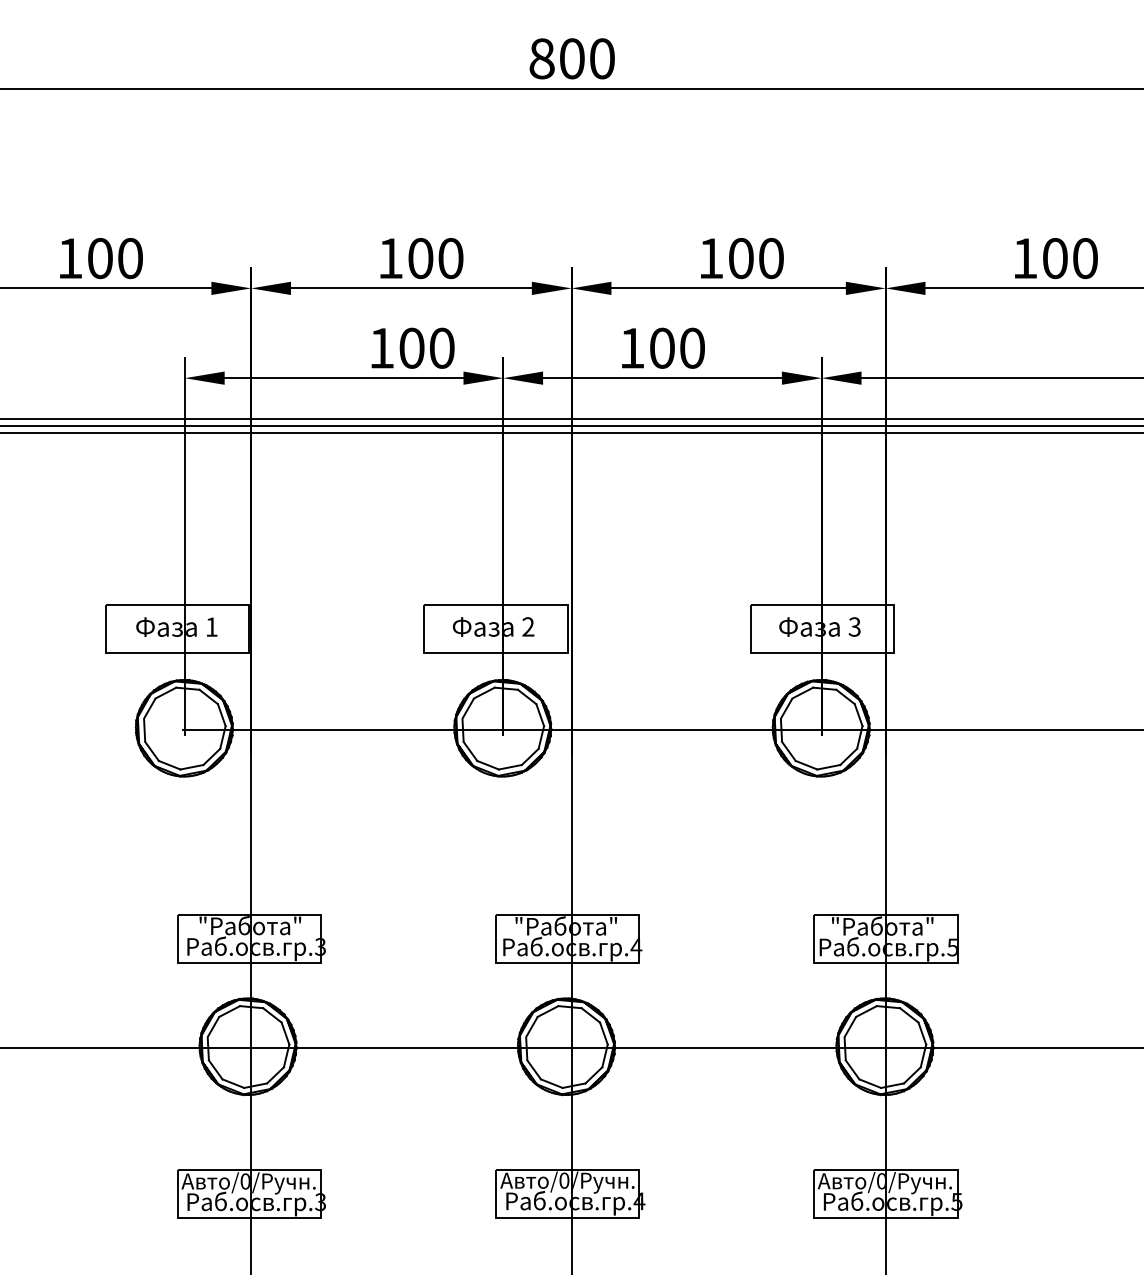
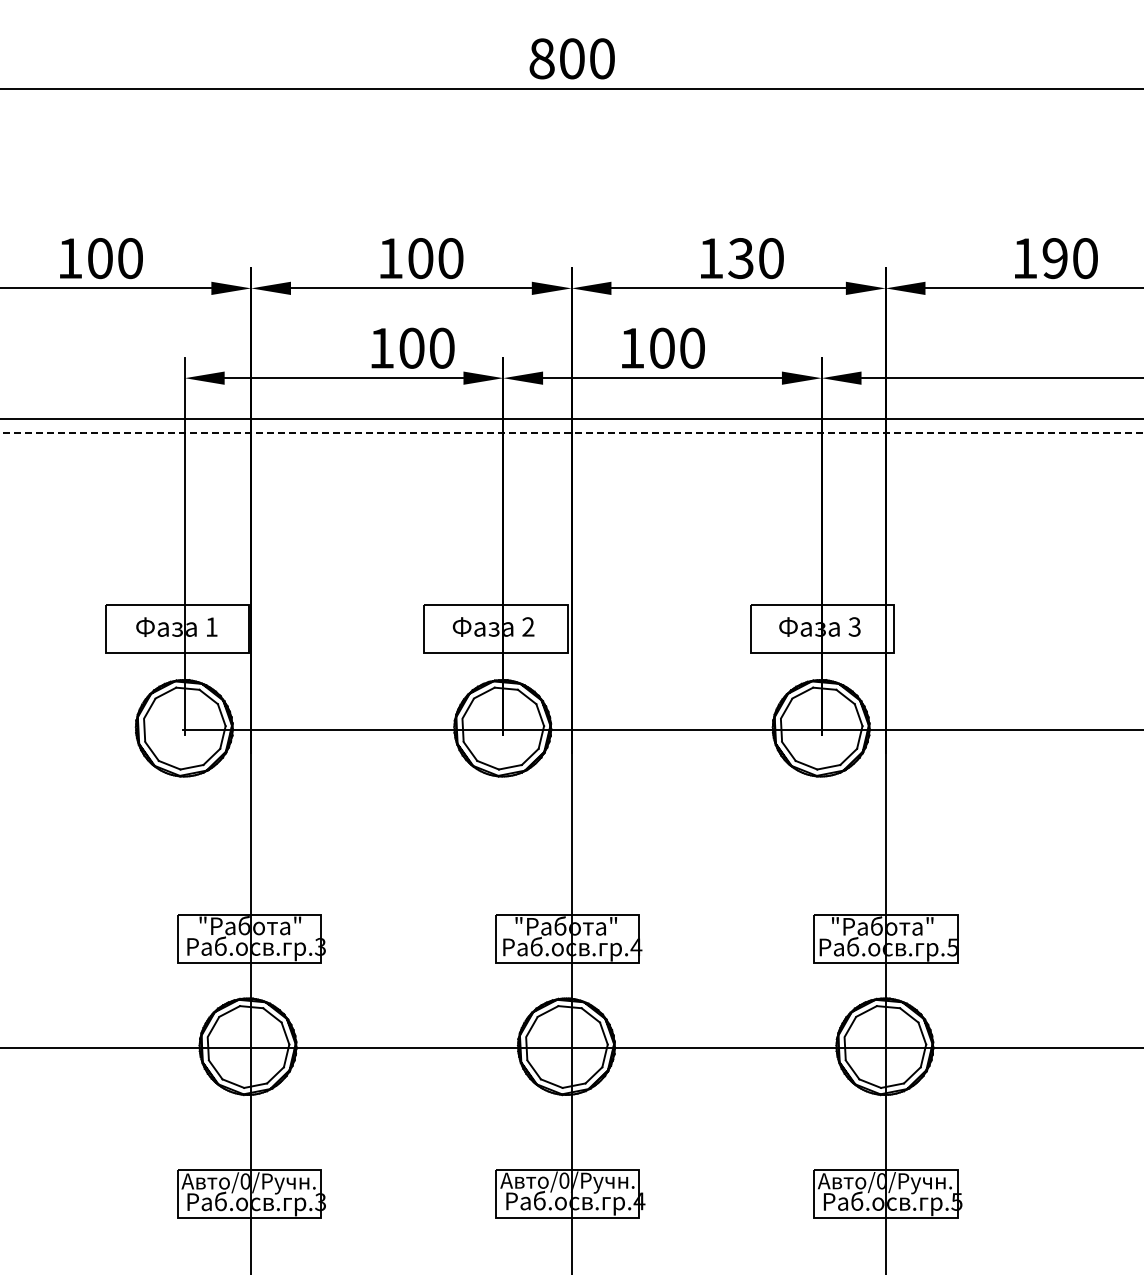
text at (740, 258): 100 -> 130
text at (1054, 258): 100 -> 190
line at (571, 426): present -> none
line at (572, 432): solid -> dashed
